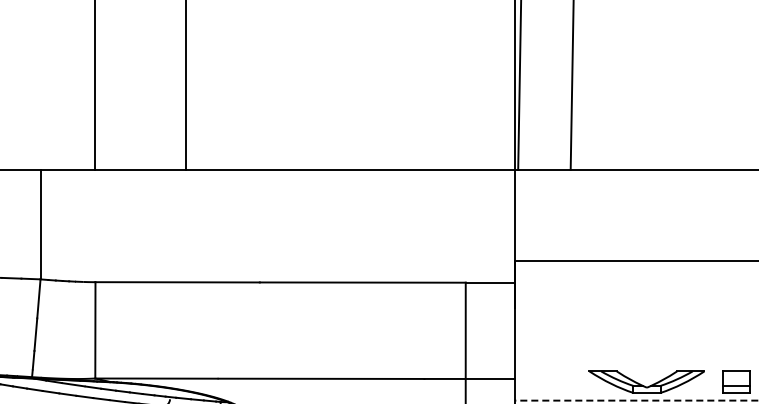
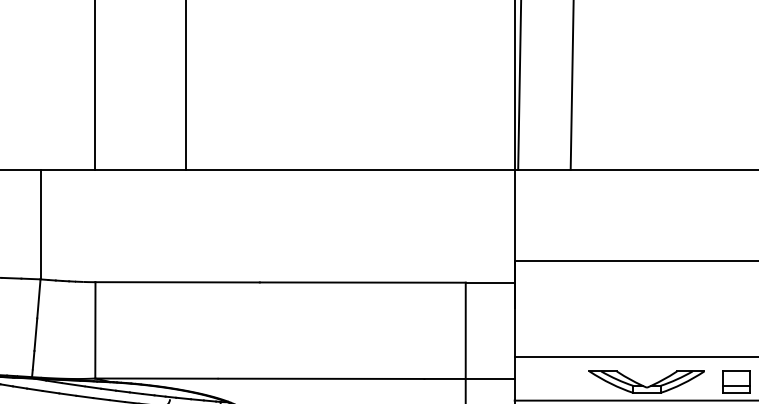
line at (634, 356): none -> present
line at (636, 400): dashed -> solid
